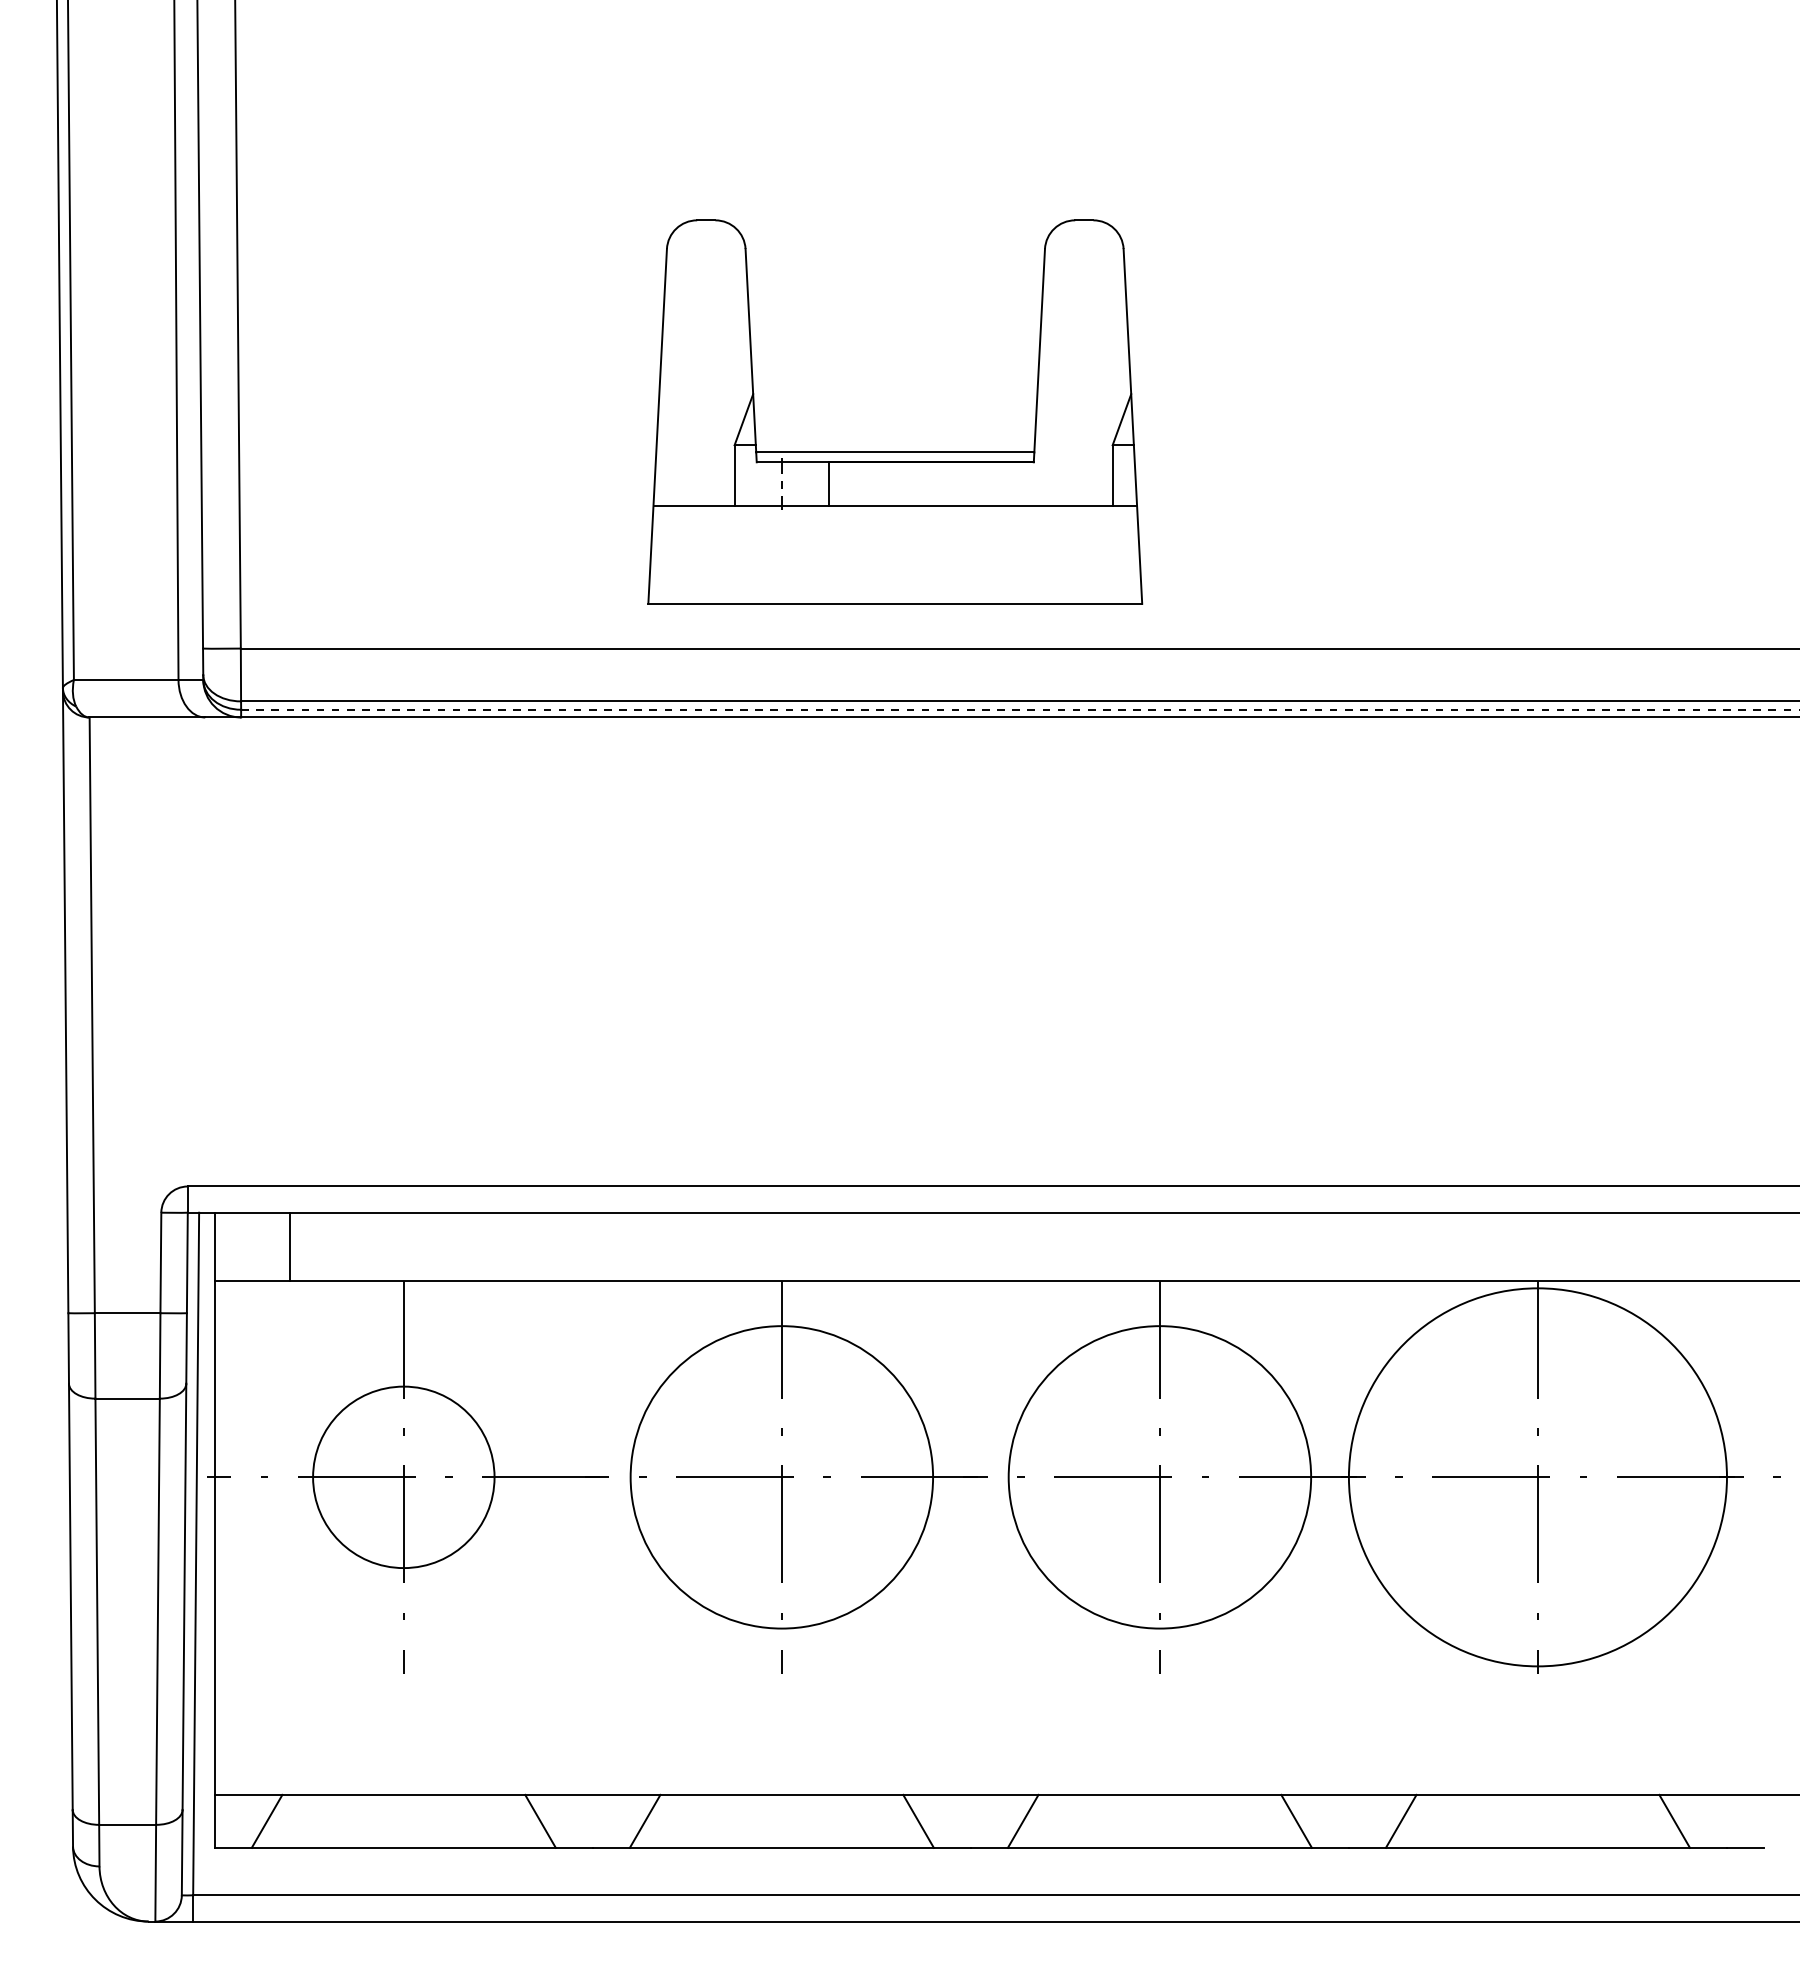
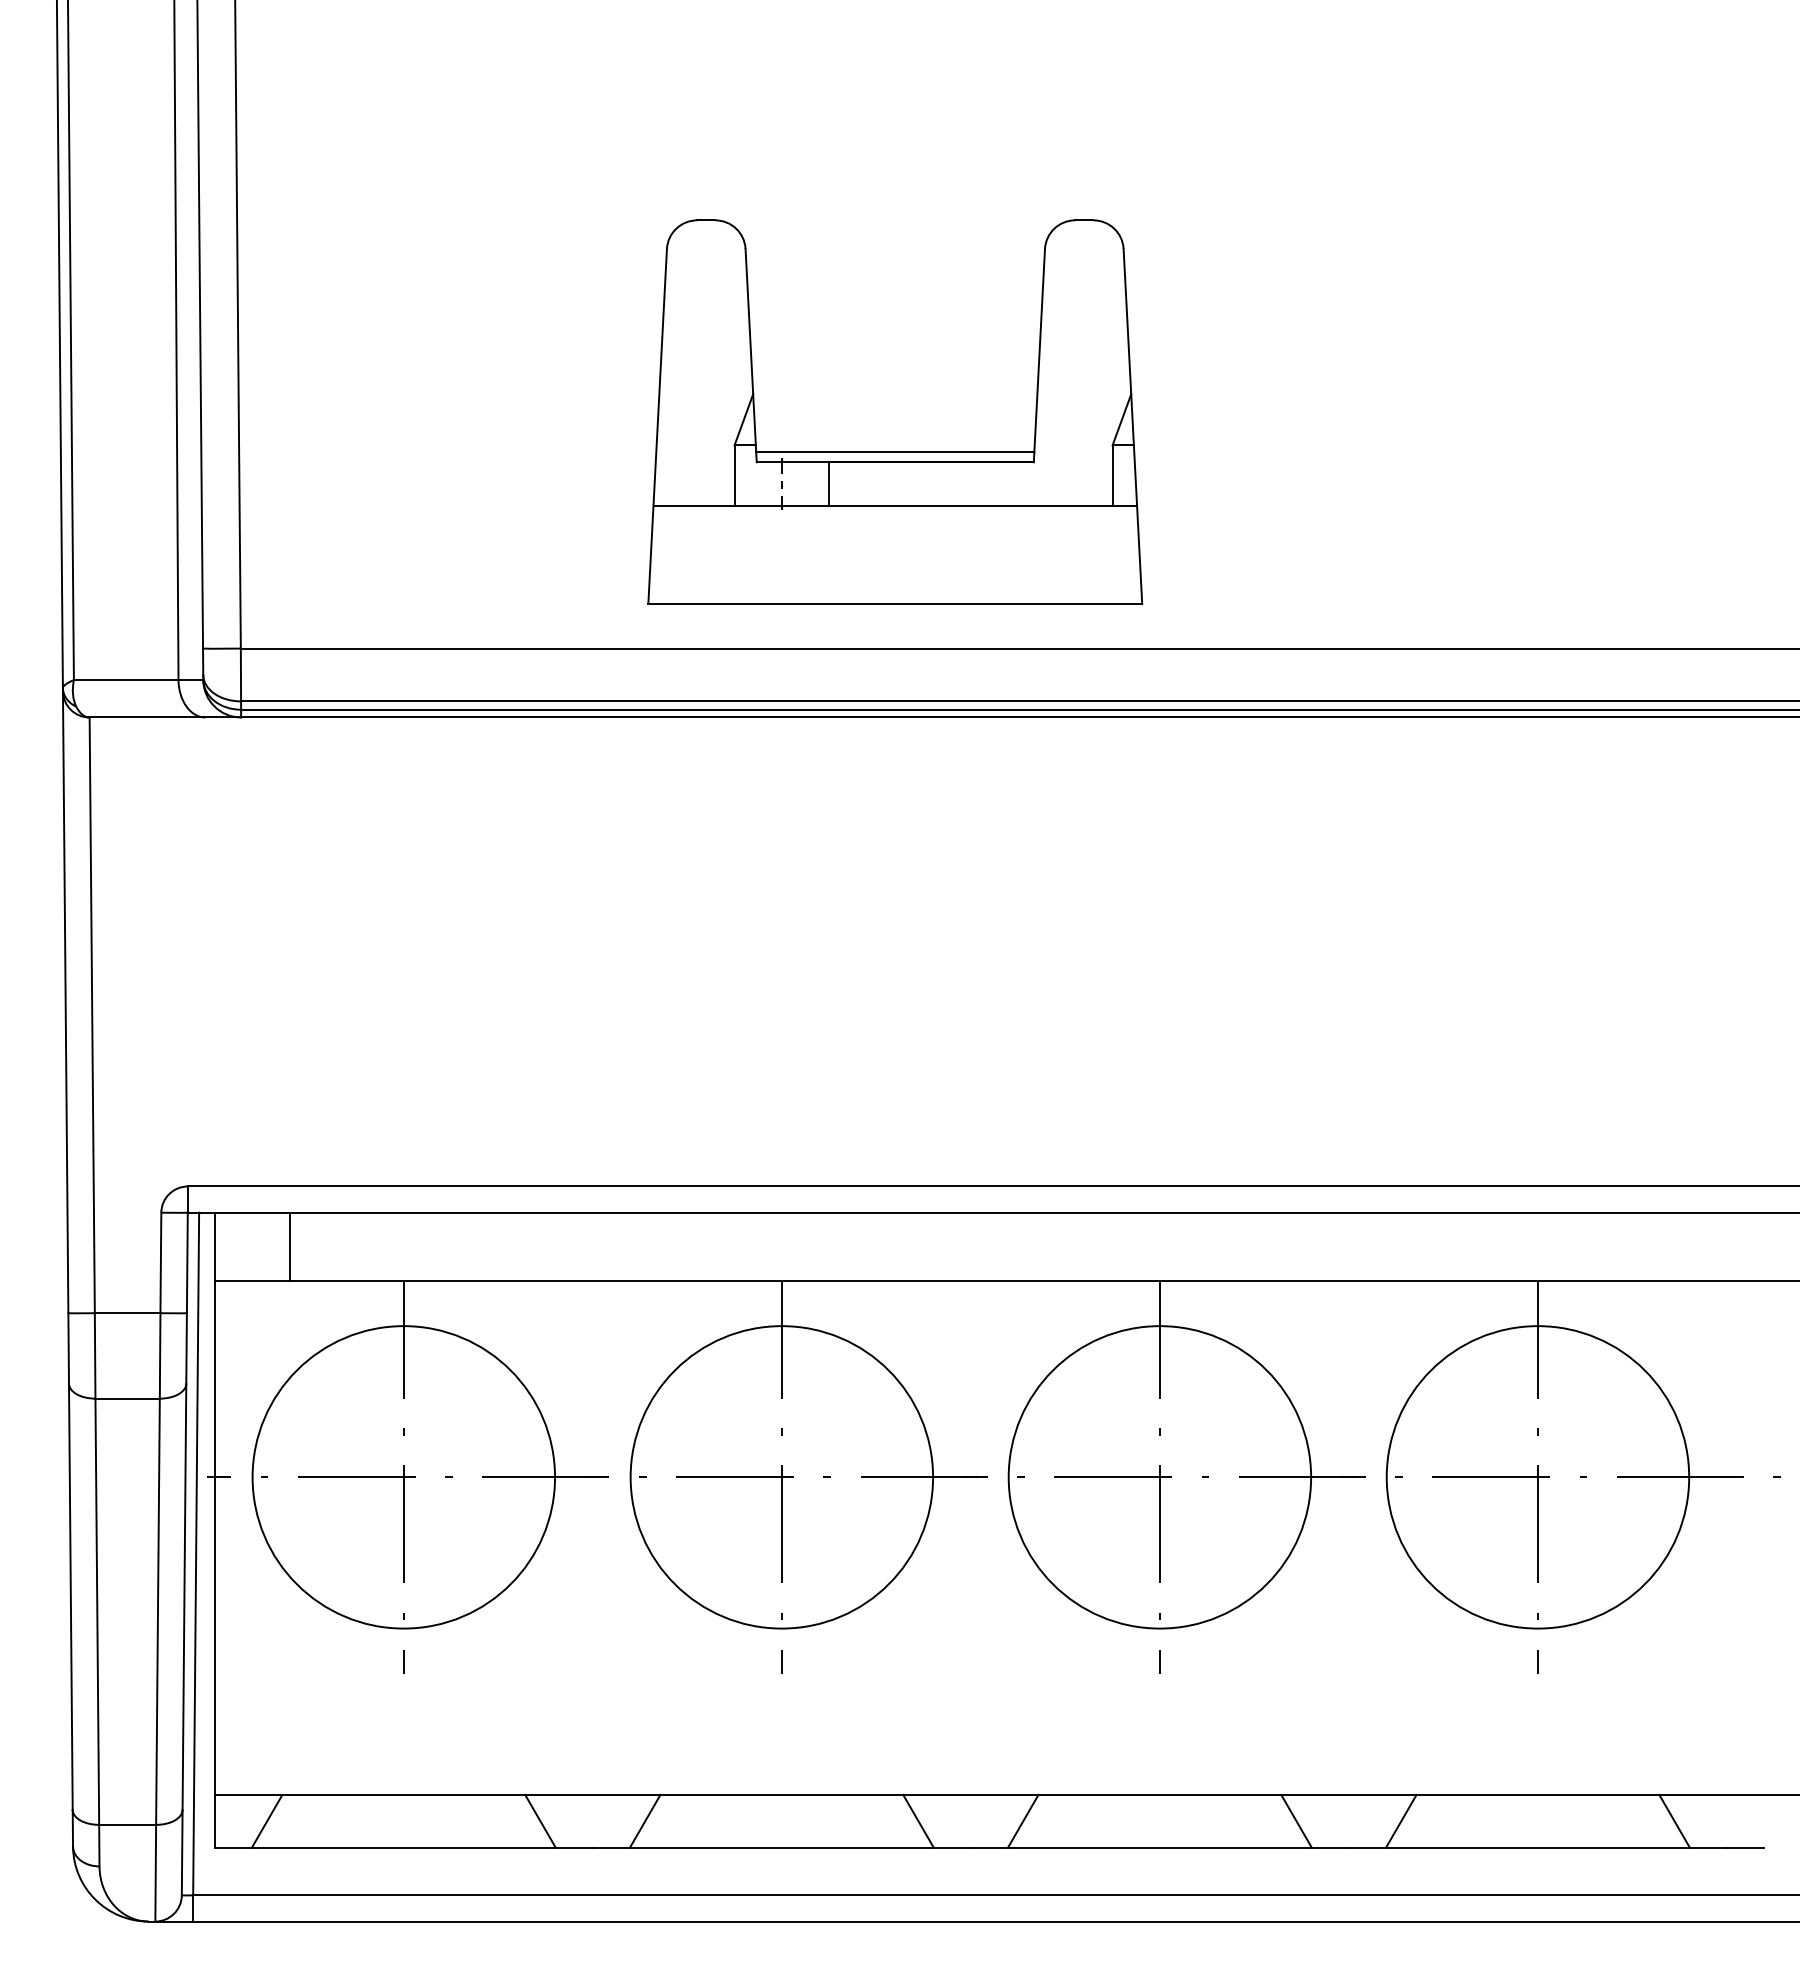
line at (1021, 709): dashed -> solid
circle at (403, 1477) diameter: 181 px -> 302 px
circle at (1537, 1477) diameter: 378 px -> 302 px
